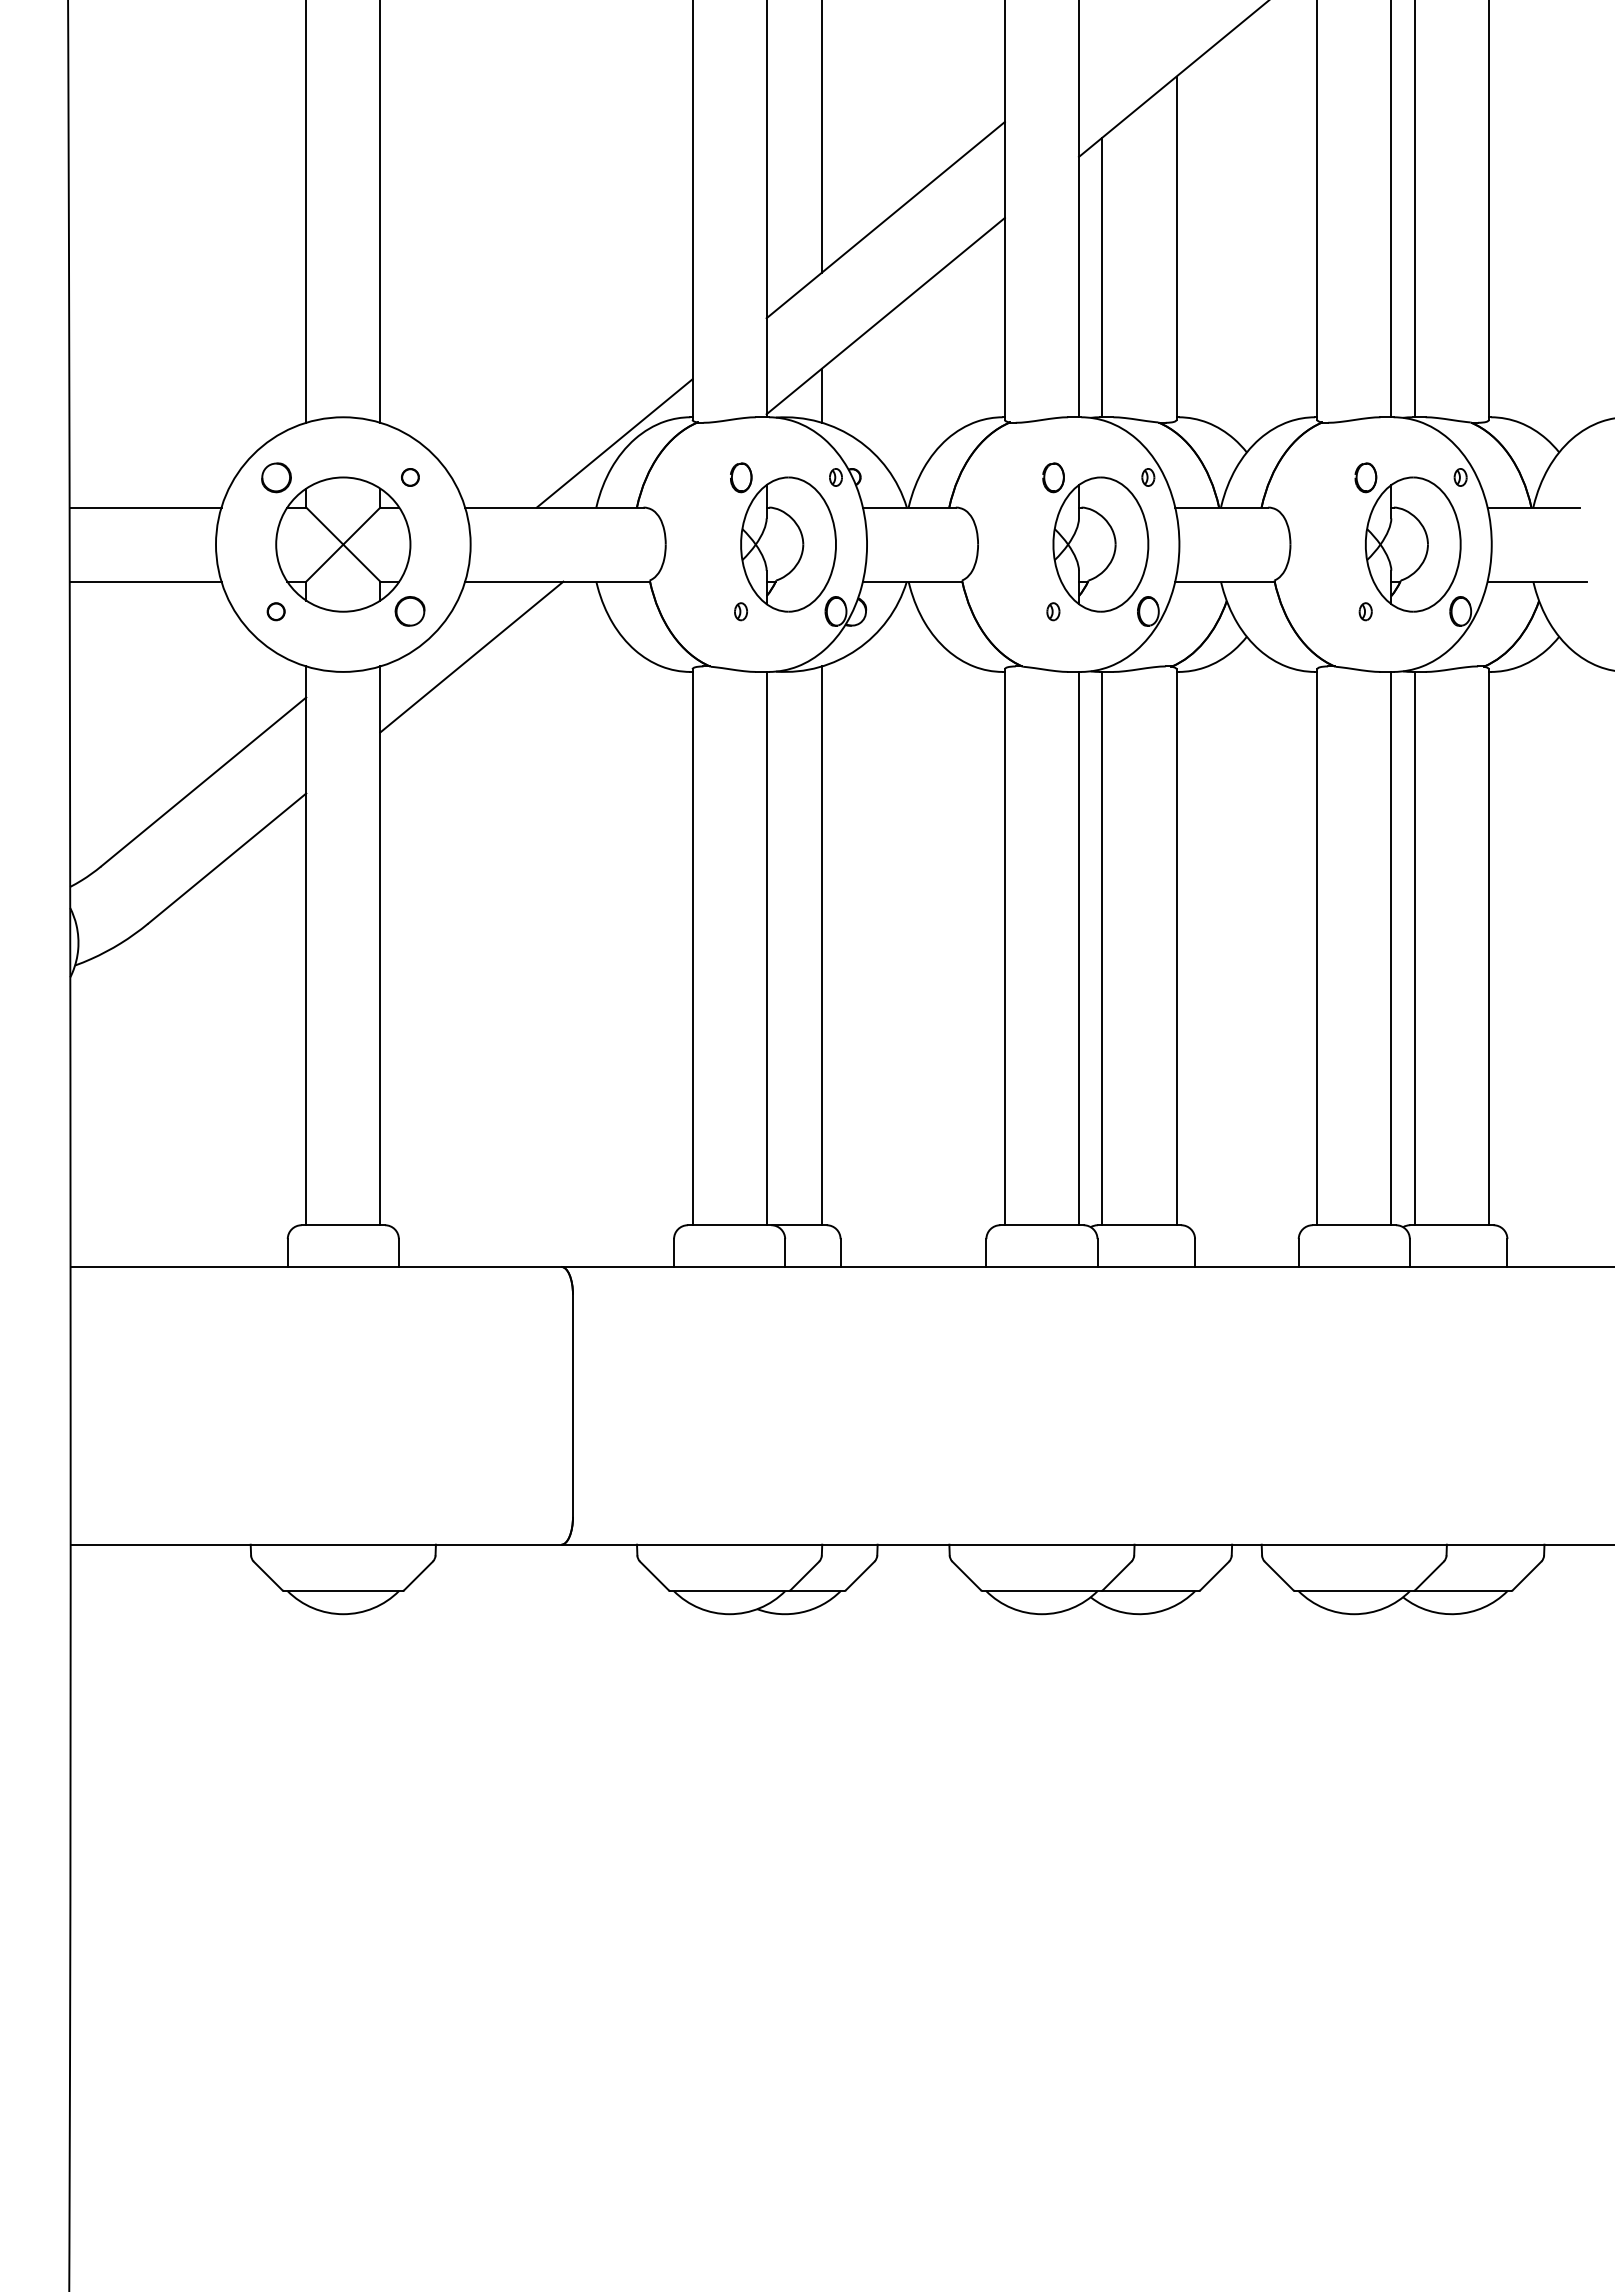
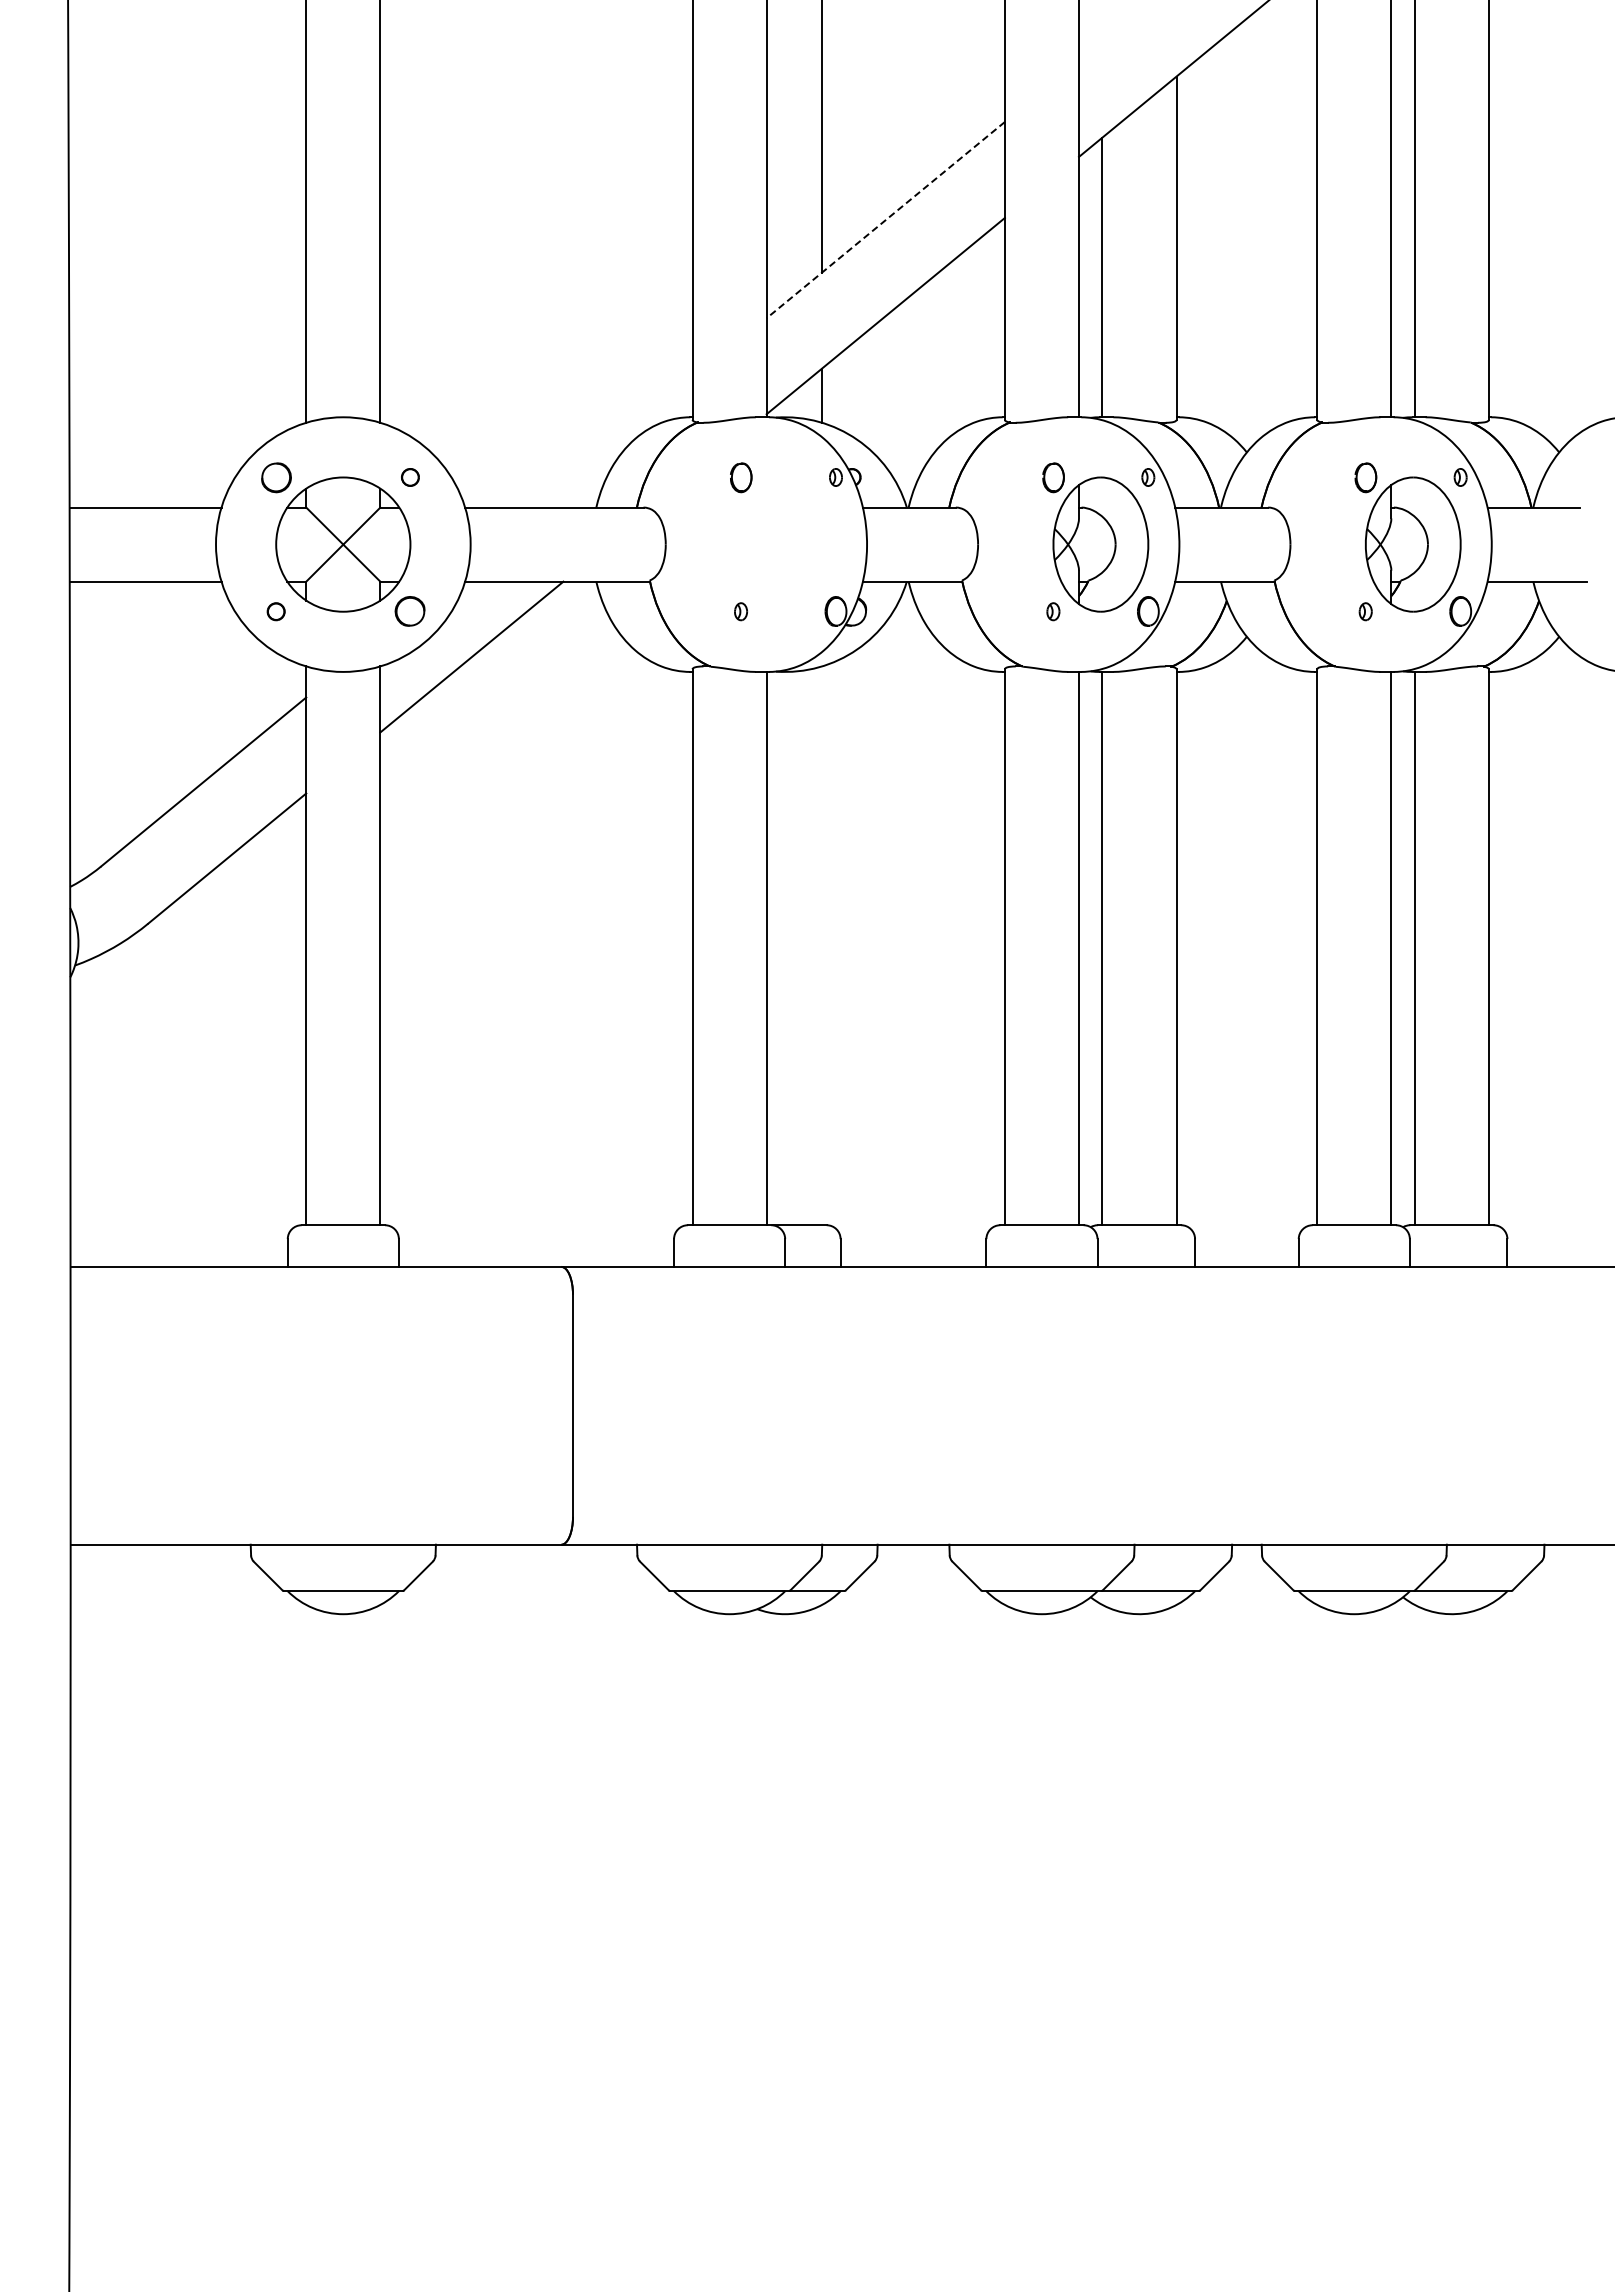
line at (885, 220): solid -> dashed
line at (614, 443): present -> none
part at (788, 544): present -> none
line at (822, 945): present -> none
